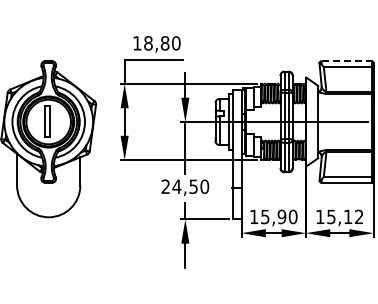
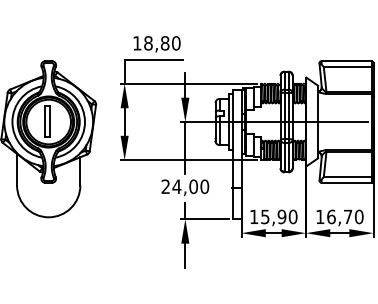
line at (347, 61): dashed -> solid
text at (193, 186): 24,50 -> 24,00
text at (345, 216): 15,12 -> 16,70
